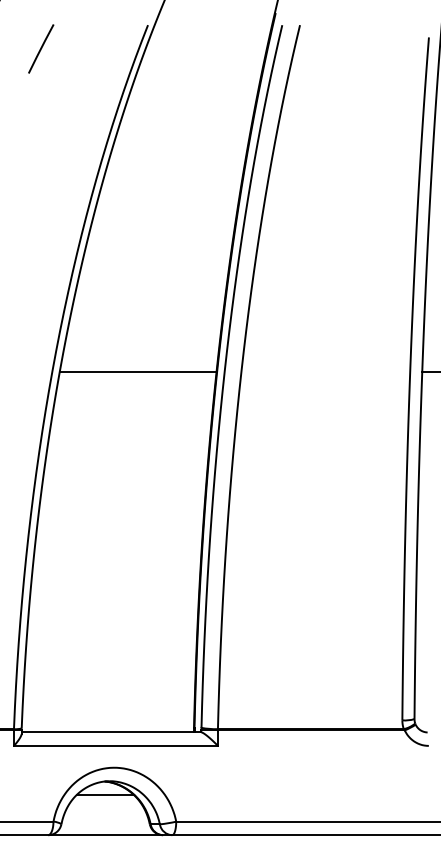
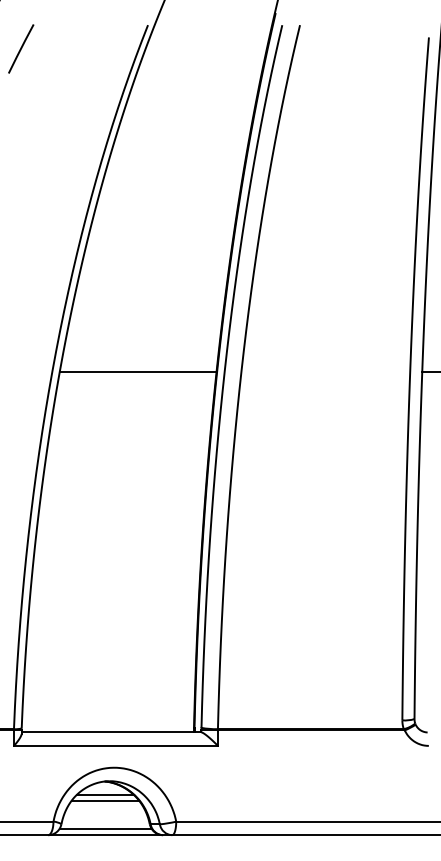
line at (41, 48) position: (41, 48) -> (21, 48)
line at (105, 800): none -> present
line at (105, 829): none -> present
